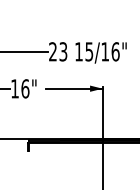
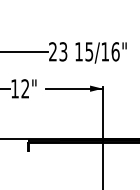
text at (25, 88): 16" -> 12"
